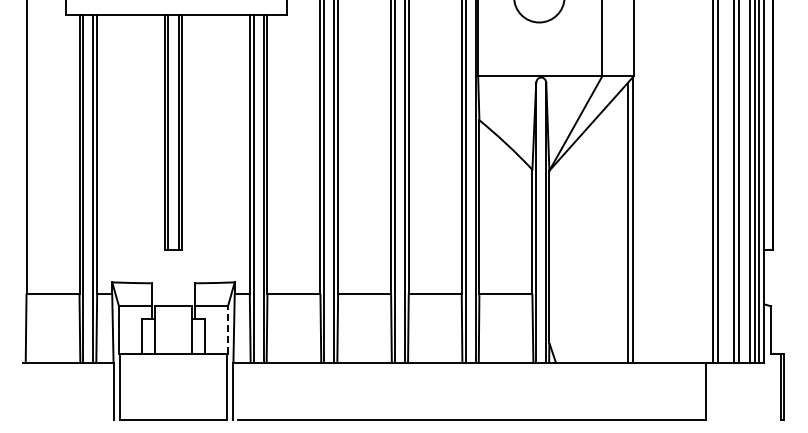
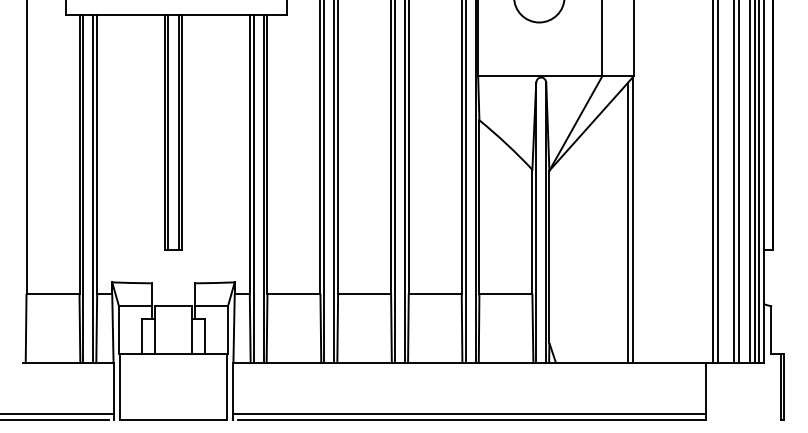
line at (227, 330): dashed -> solid
line at (57, 413): none -> present
line at (469, 413): none -> present
line at (55, 419): none -> present
